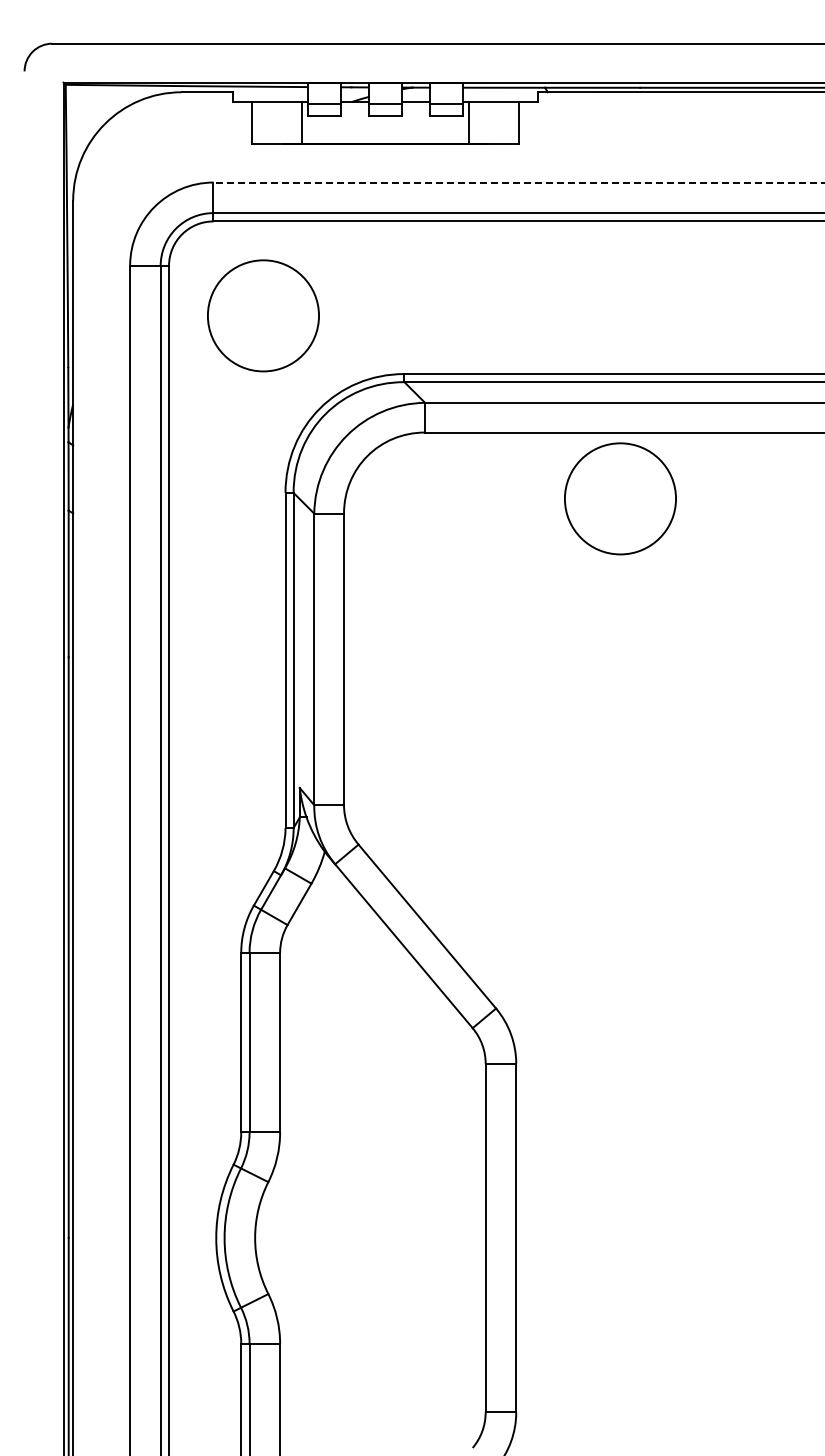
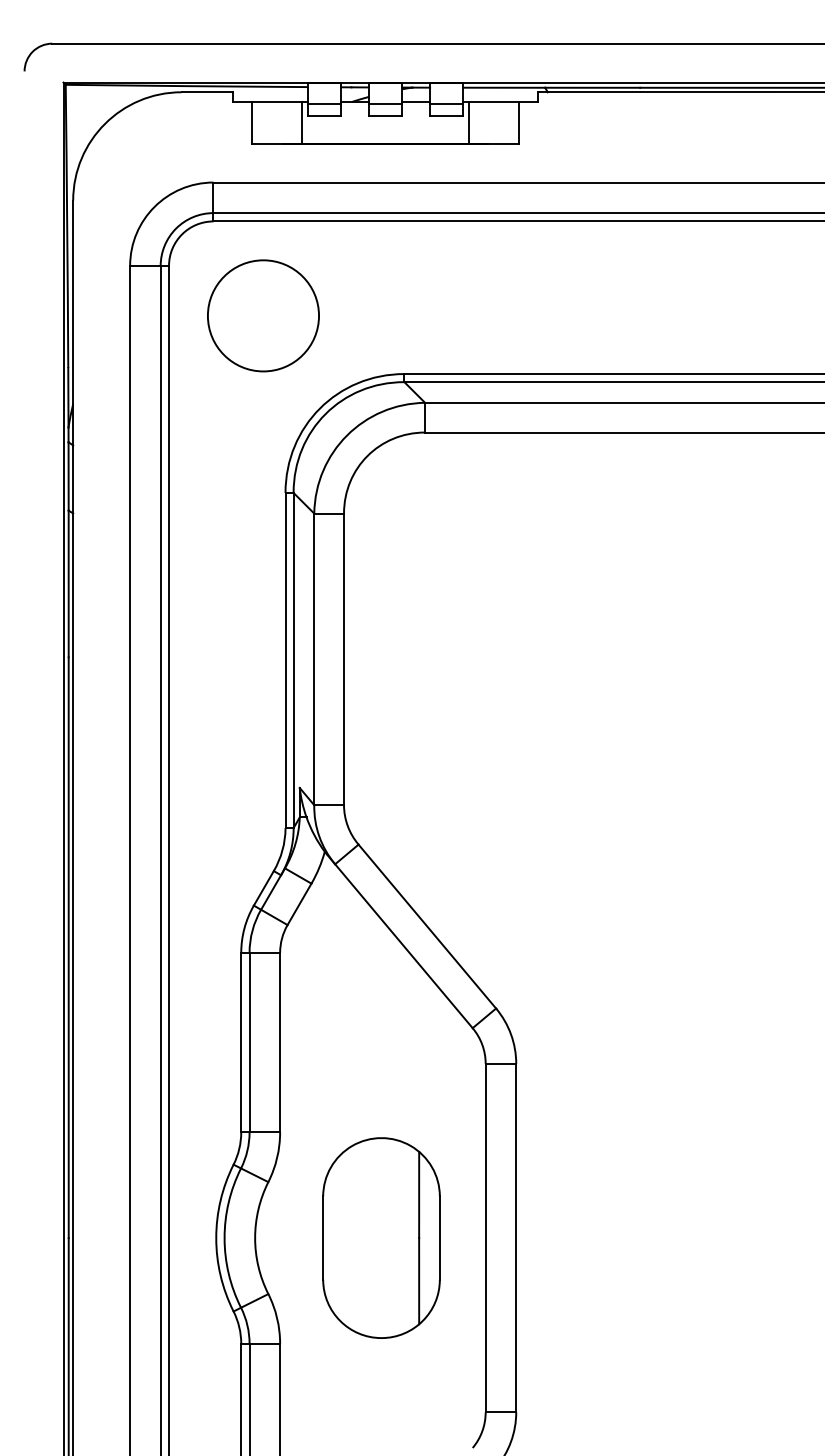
line at (518, 182): dashed -> solid
circle at (620, 498): present -> none
part at (381, 1237): none -> present
